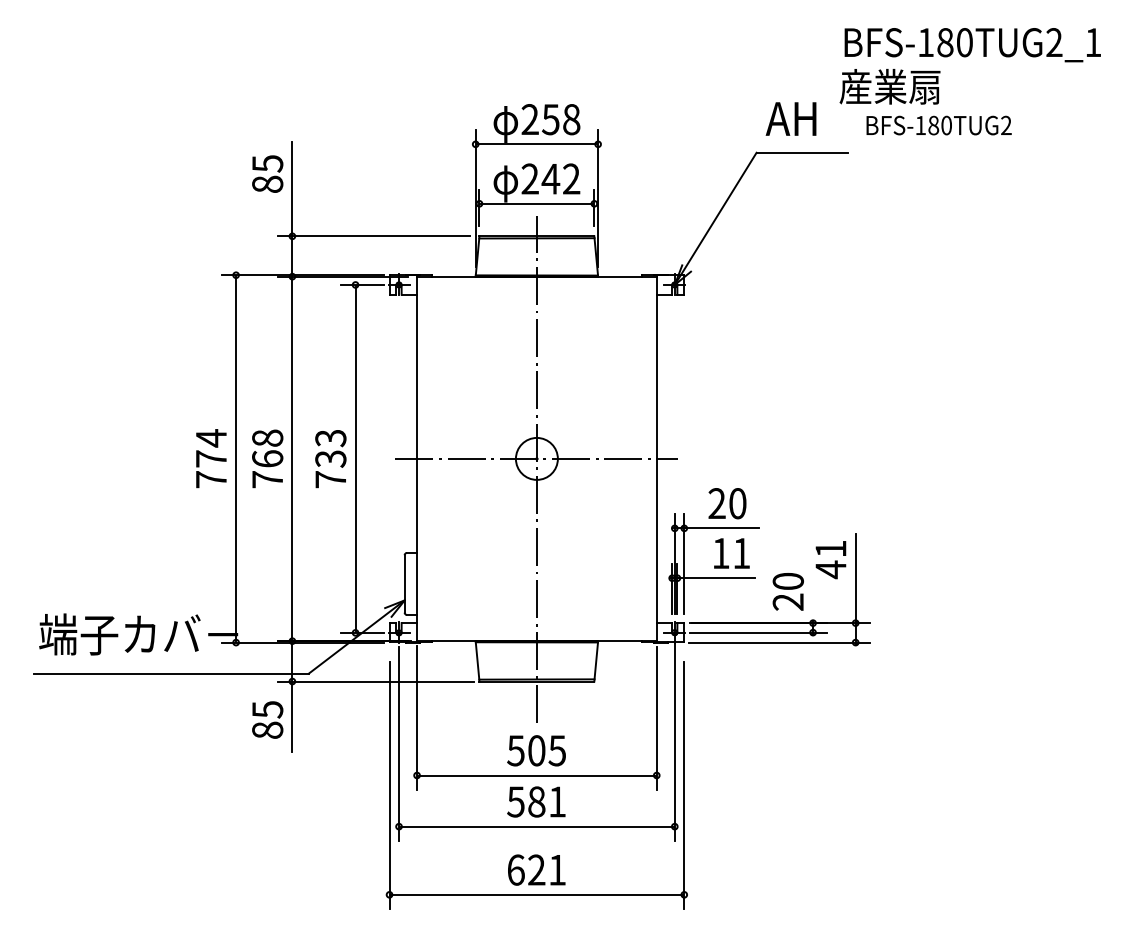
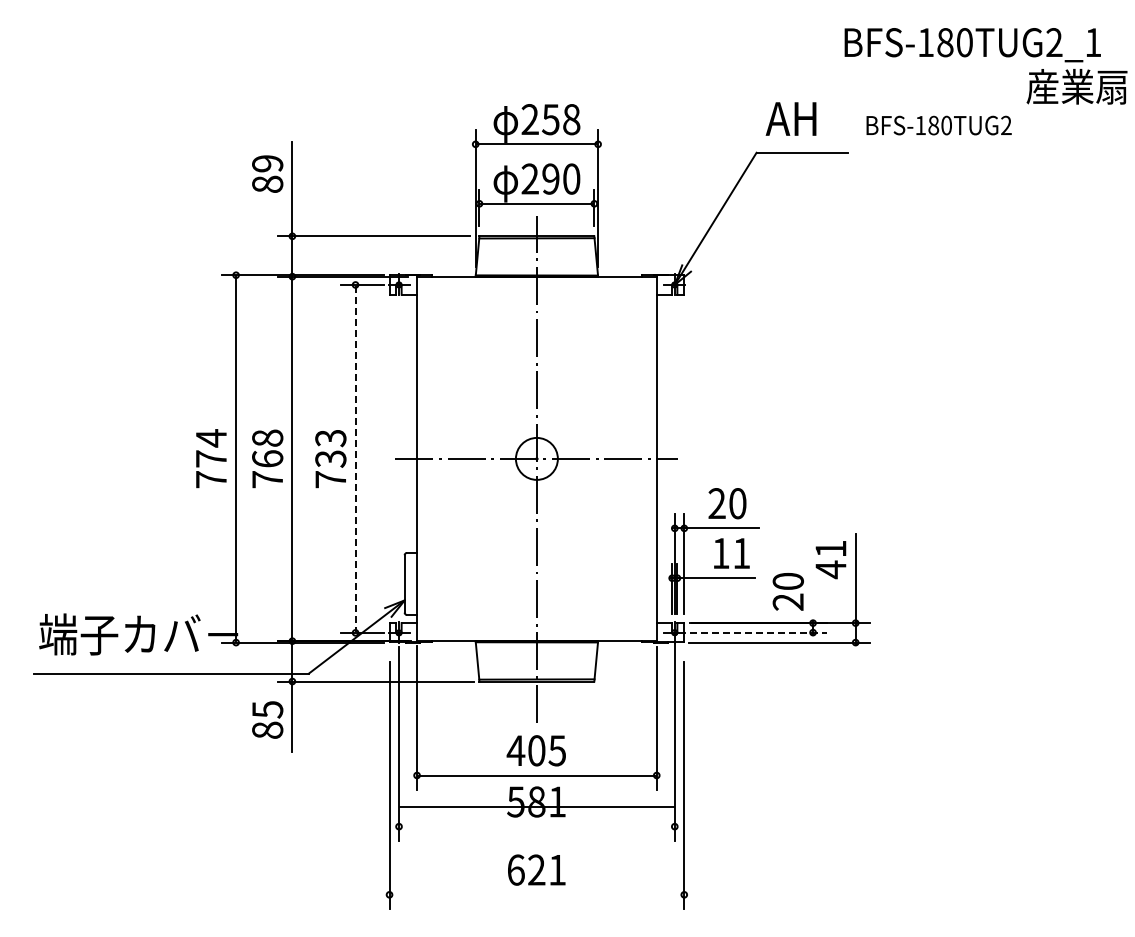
text at (889, 86) position: (889, 86) -> (1076, 86)
text at (267, 163): 85 -> 89
text at (560, 178): 242 -> 290
line at (355, 459): solid -> dashed
line at (758, 632): solid -> dashed
text at (515, 750): 505 -> 405
line at (536, 826) position: (536, 826) -> (536, 806)
line at (536, 894): present -> none
